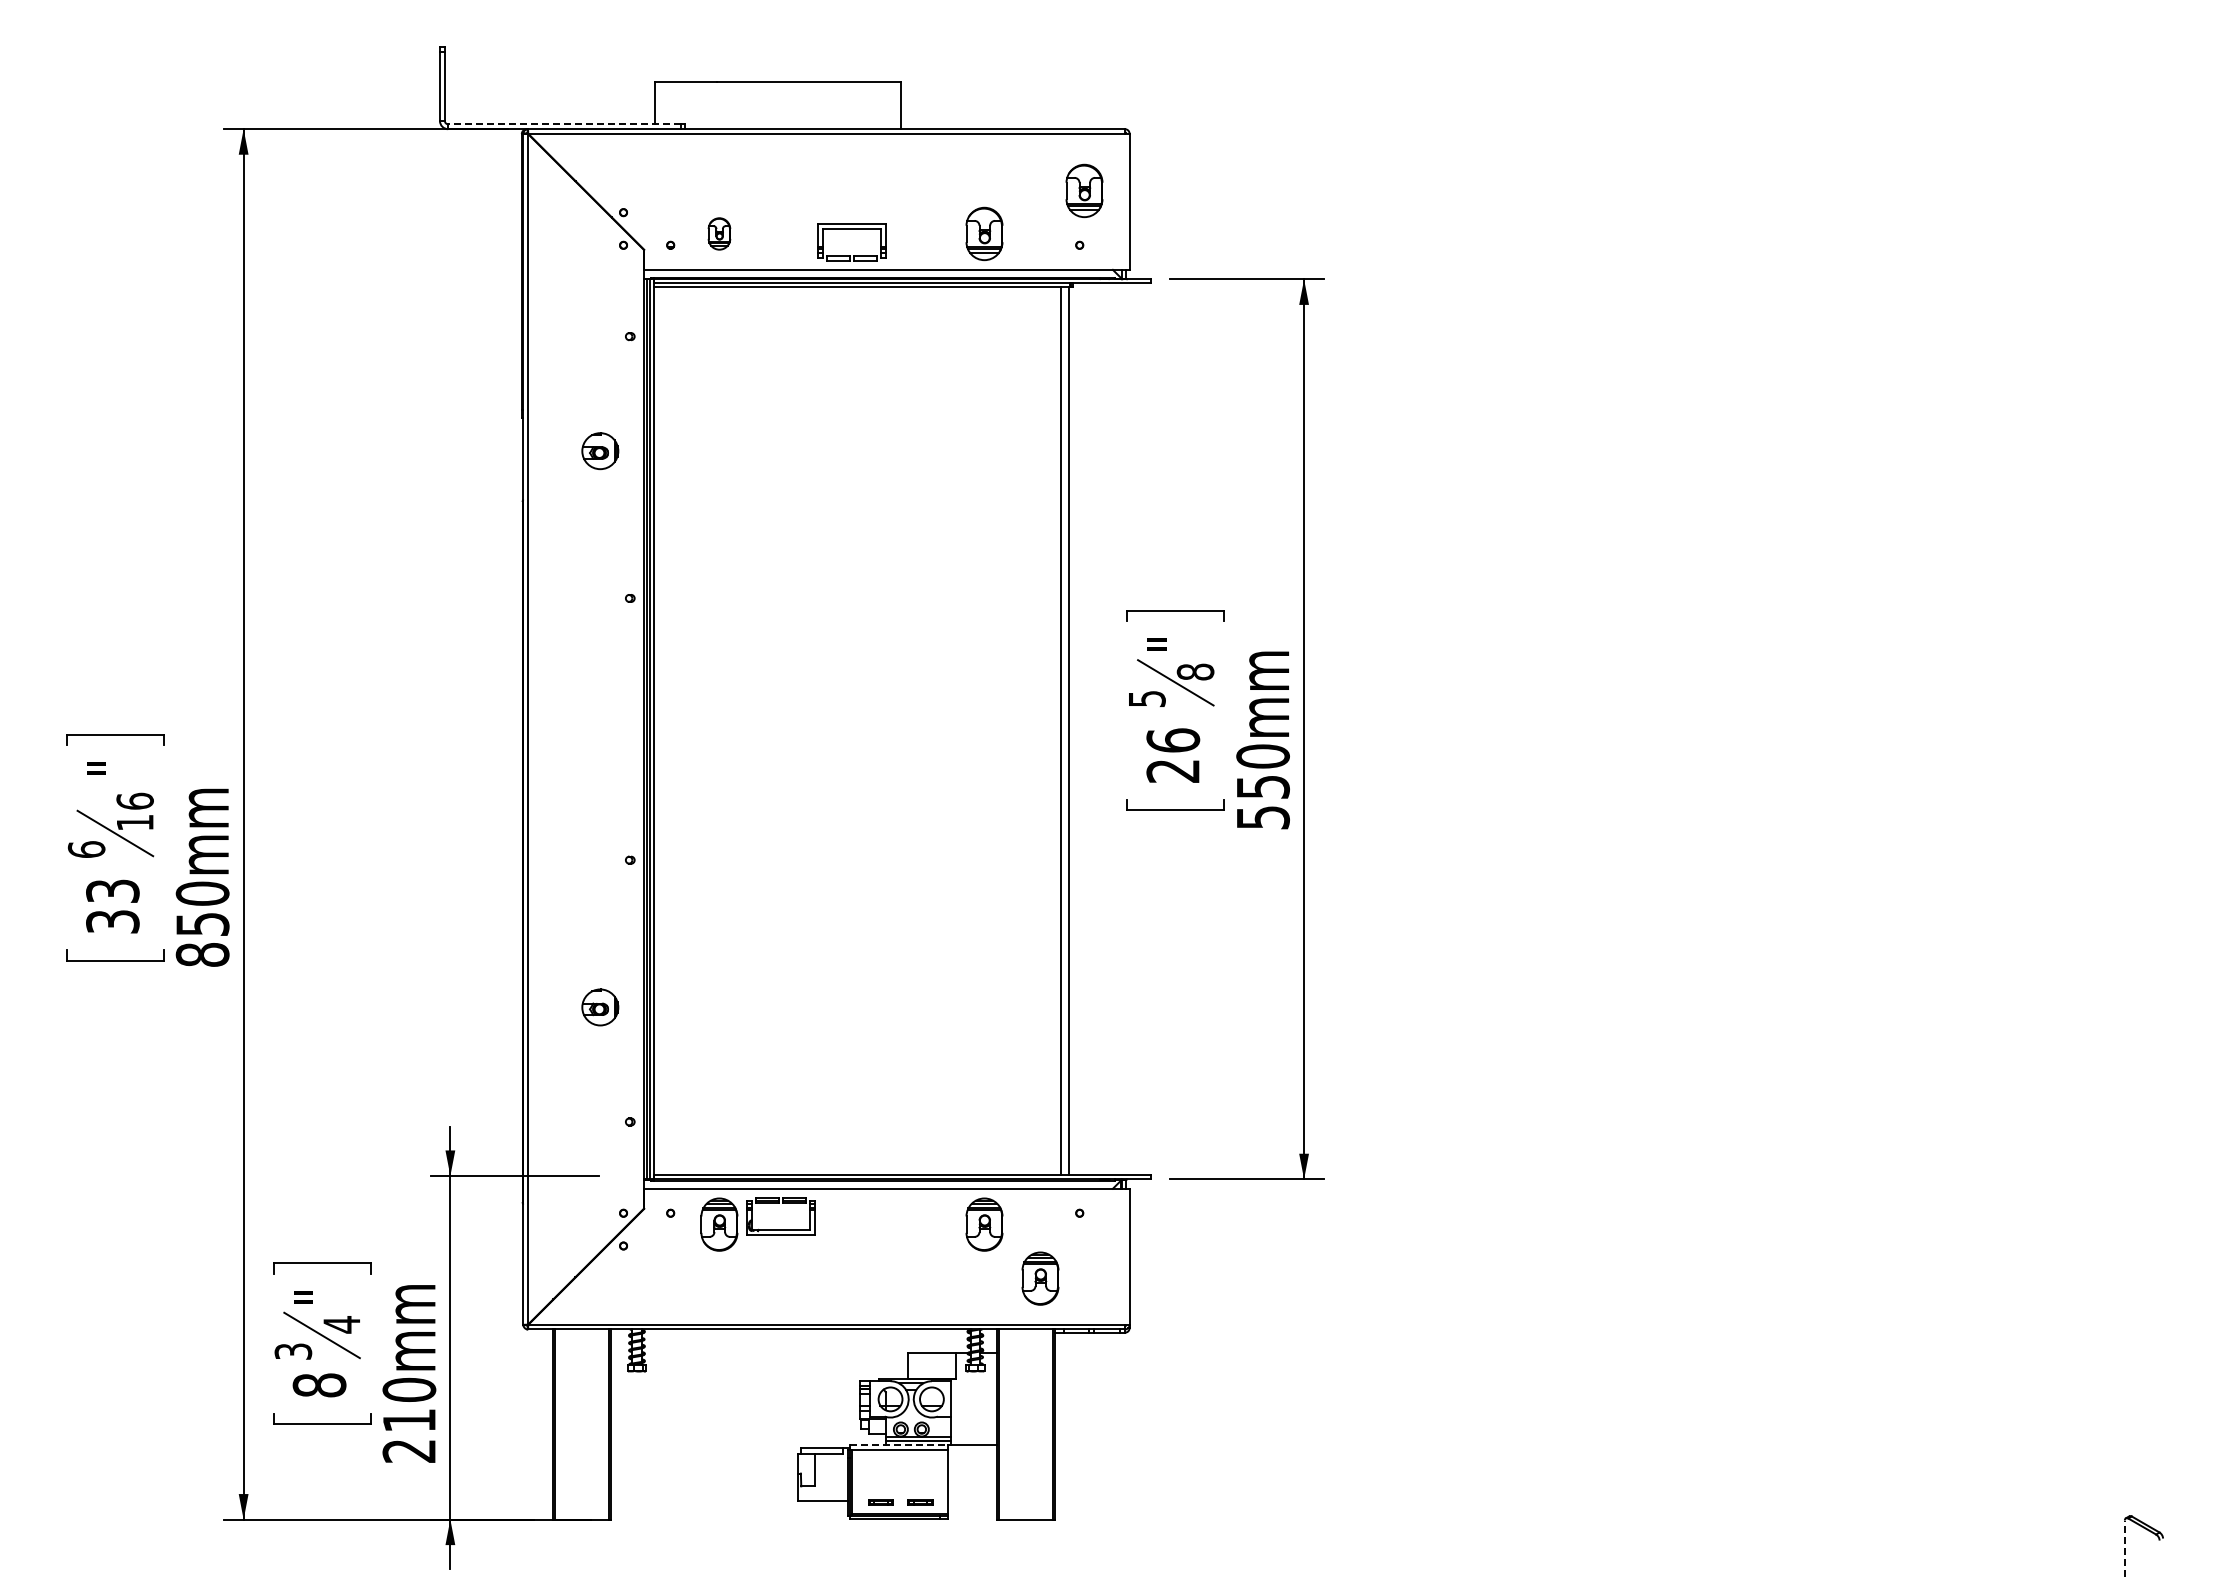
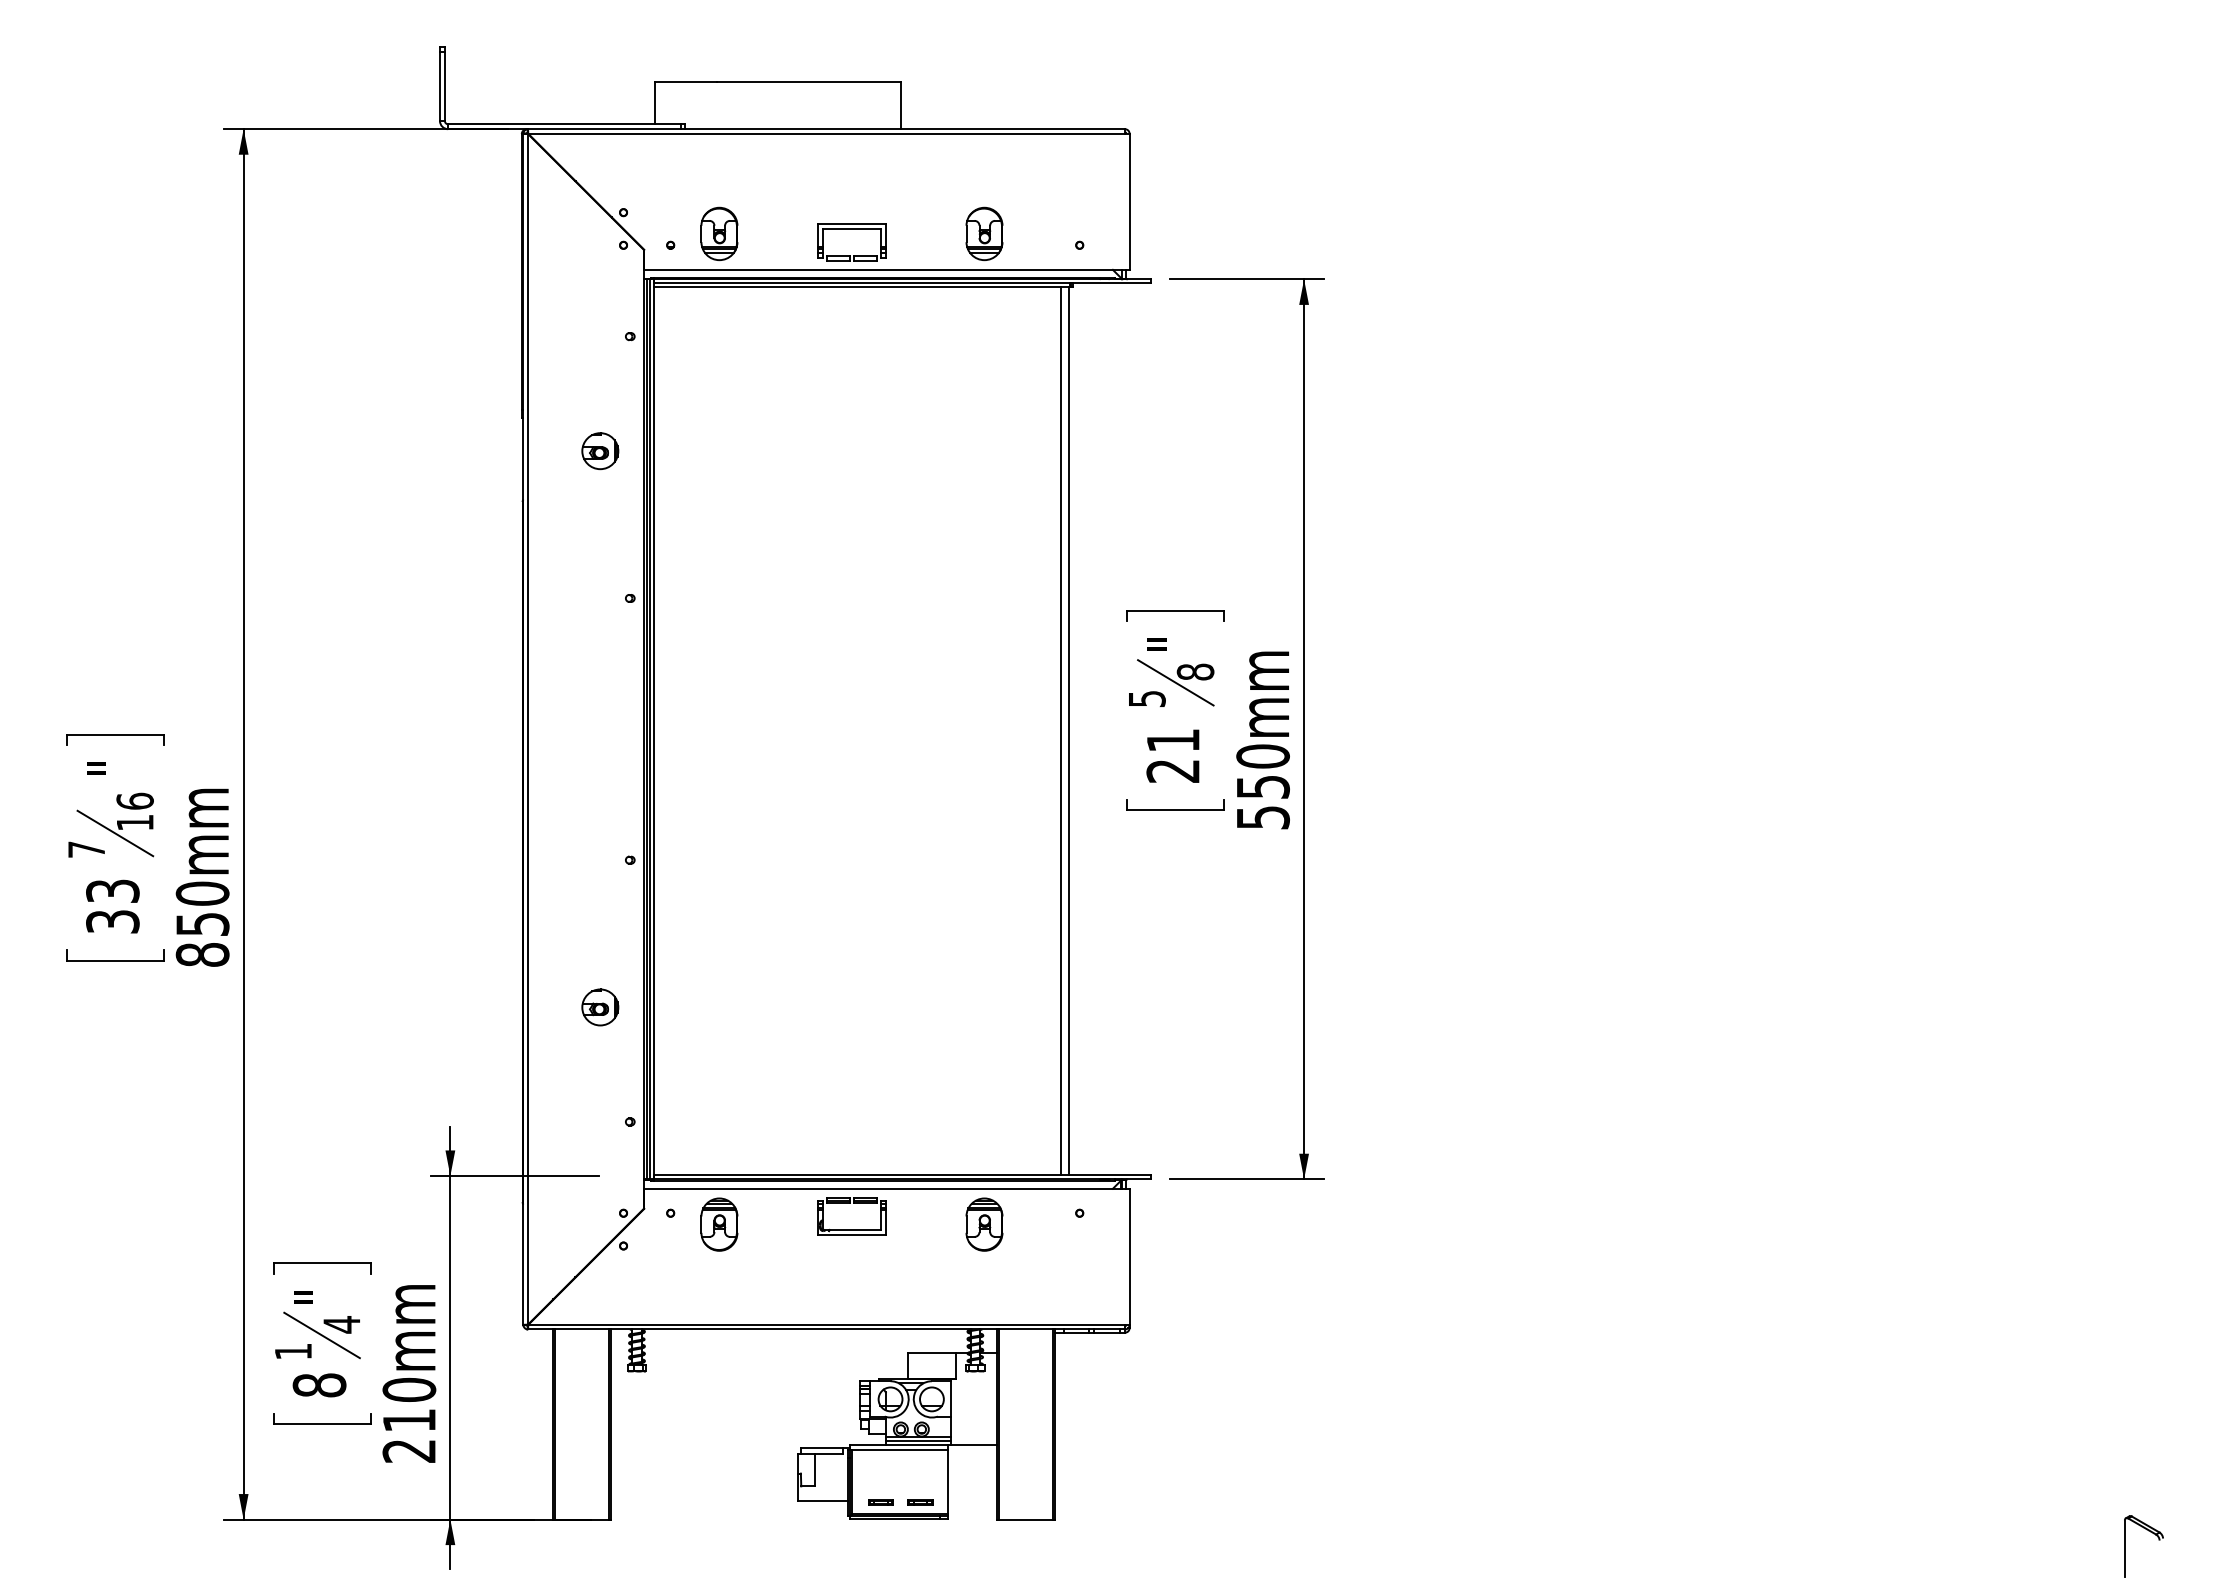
line at (563, 124): dashed -> solid
part at (1084, 190): present -> none
part at (719, 233) size: 25x34 px -> 39x56 px
text at (1173, 740): 26 -> 21
text at (86, 849): 6 -> 7
part at (780, 1229) position: (780, 1229) -> (851, 1229)
part at (1040, 1278): present -> none
text at (293, 1351): 3 -> 1
line at (899, 1445): dashed -> solid
line at (2124, 1548): dashed -> solid
